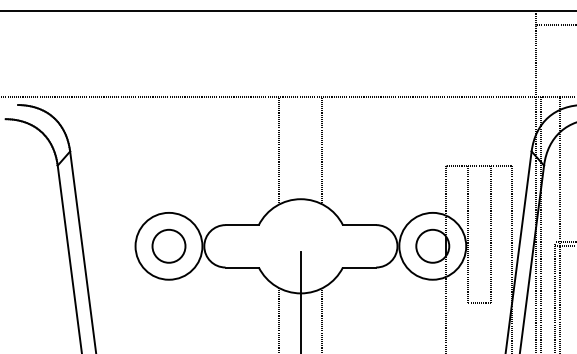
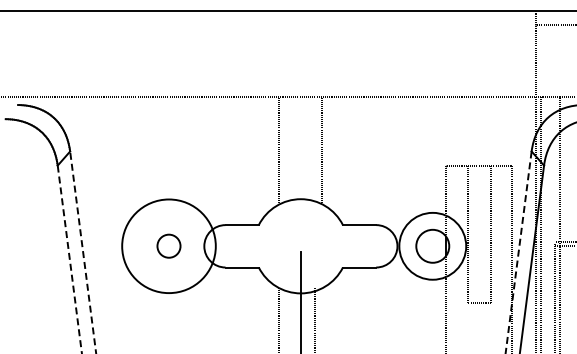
circle at (168, 245) diameter: 67 px -> 94 px
circle at (168, 245) size: 36x36 px -> 26x26 px
line at (83, 252): solid -> dashed
line at (518, 252): solid -> dashed
line at (69, 259): solid -> dashed
line at (322, 319) position: (322, 319) -> (315, 319)
